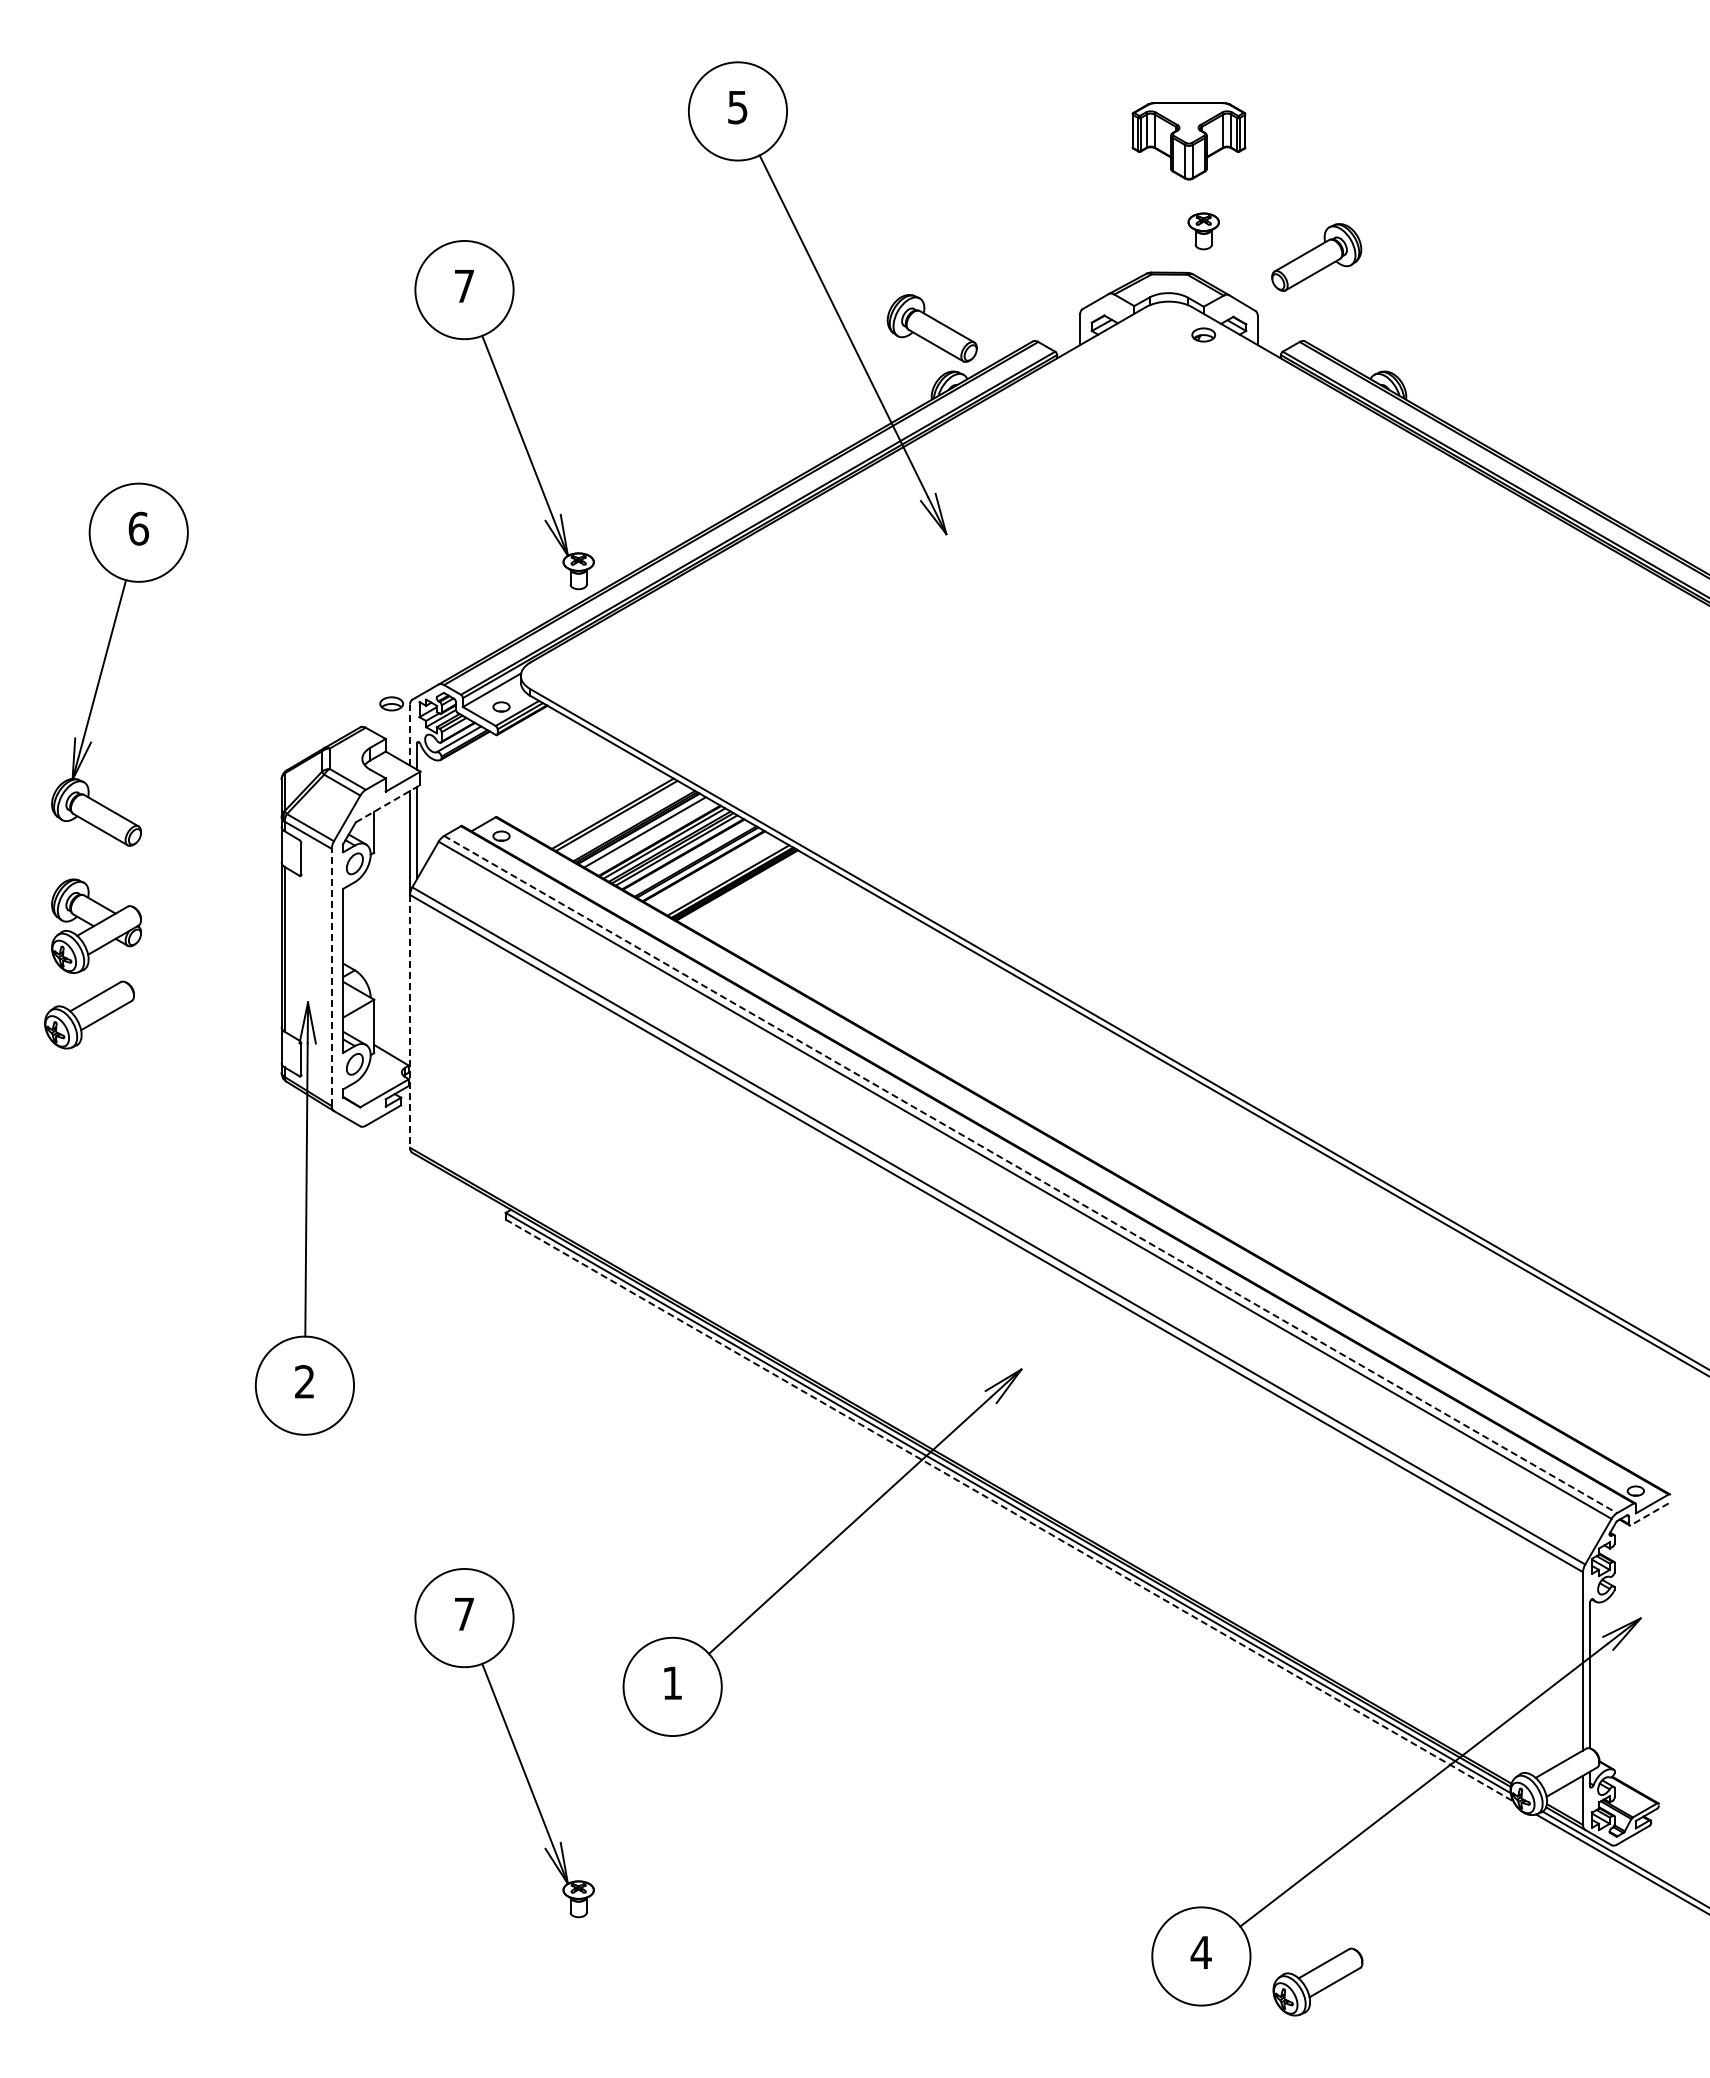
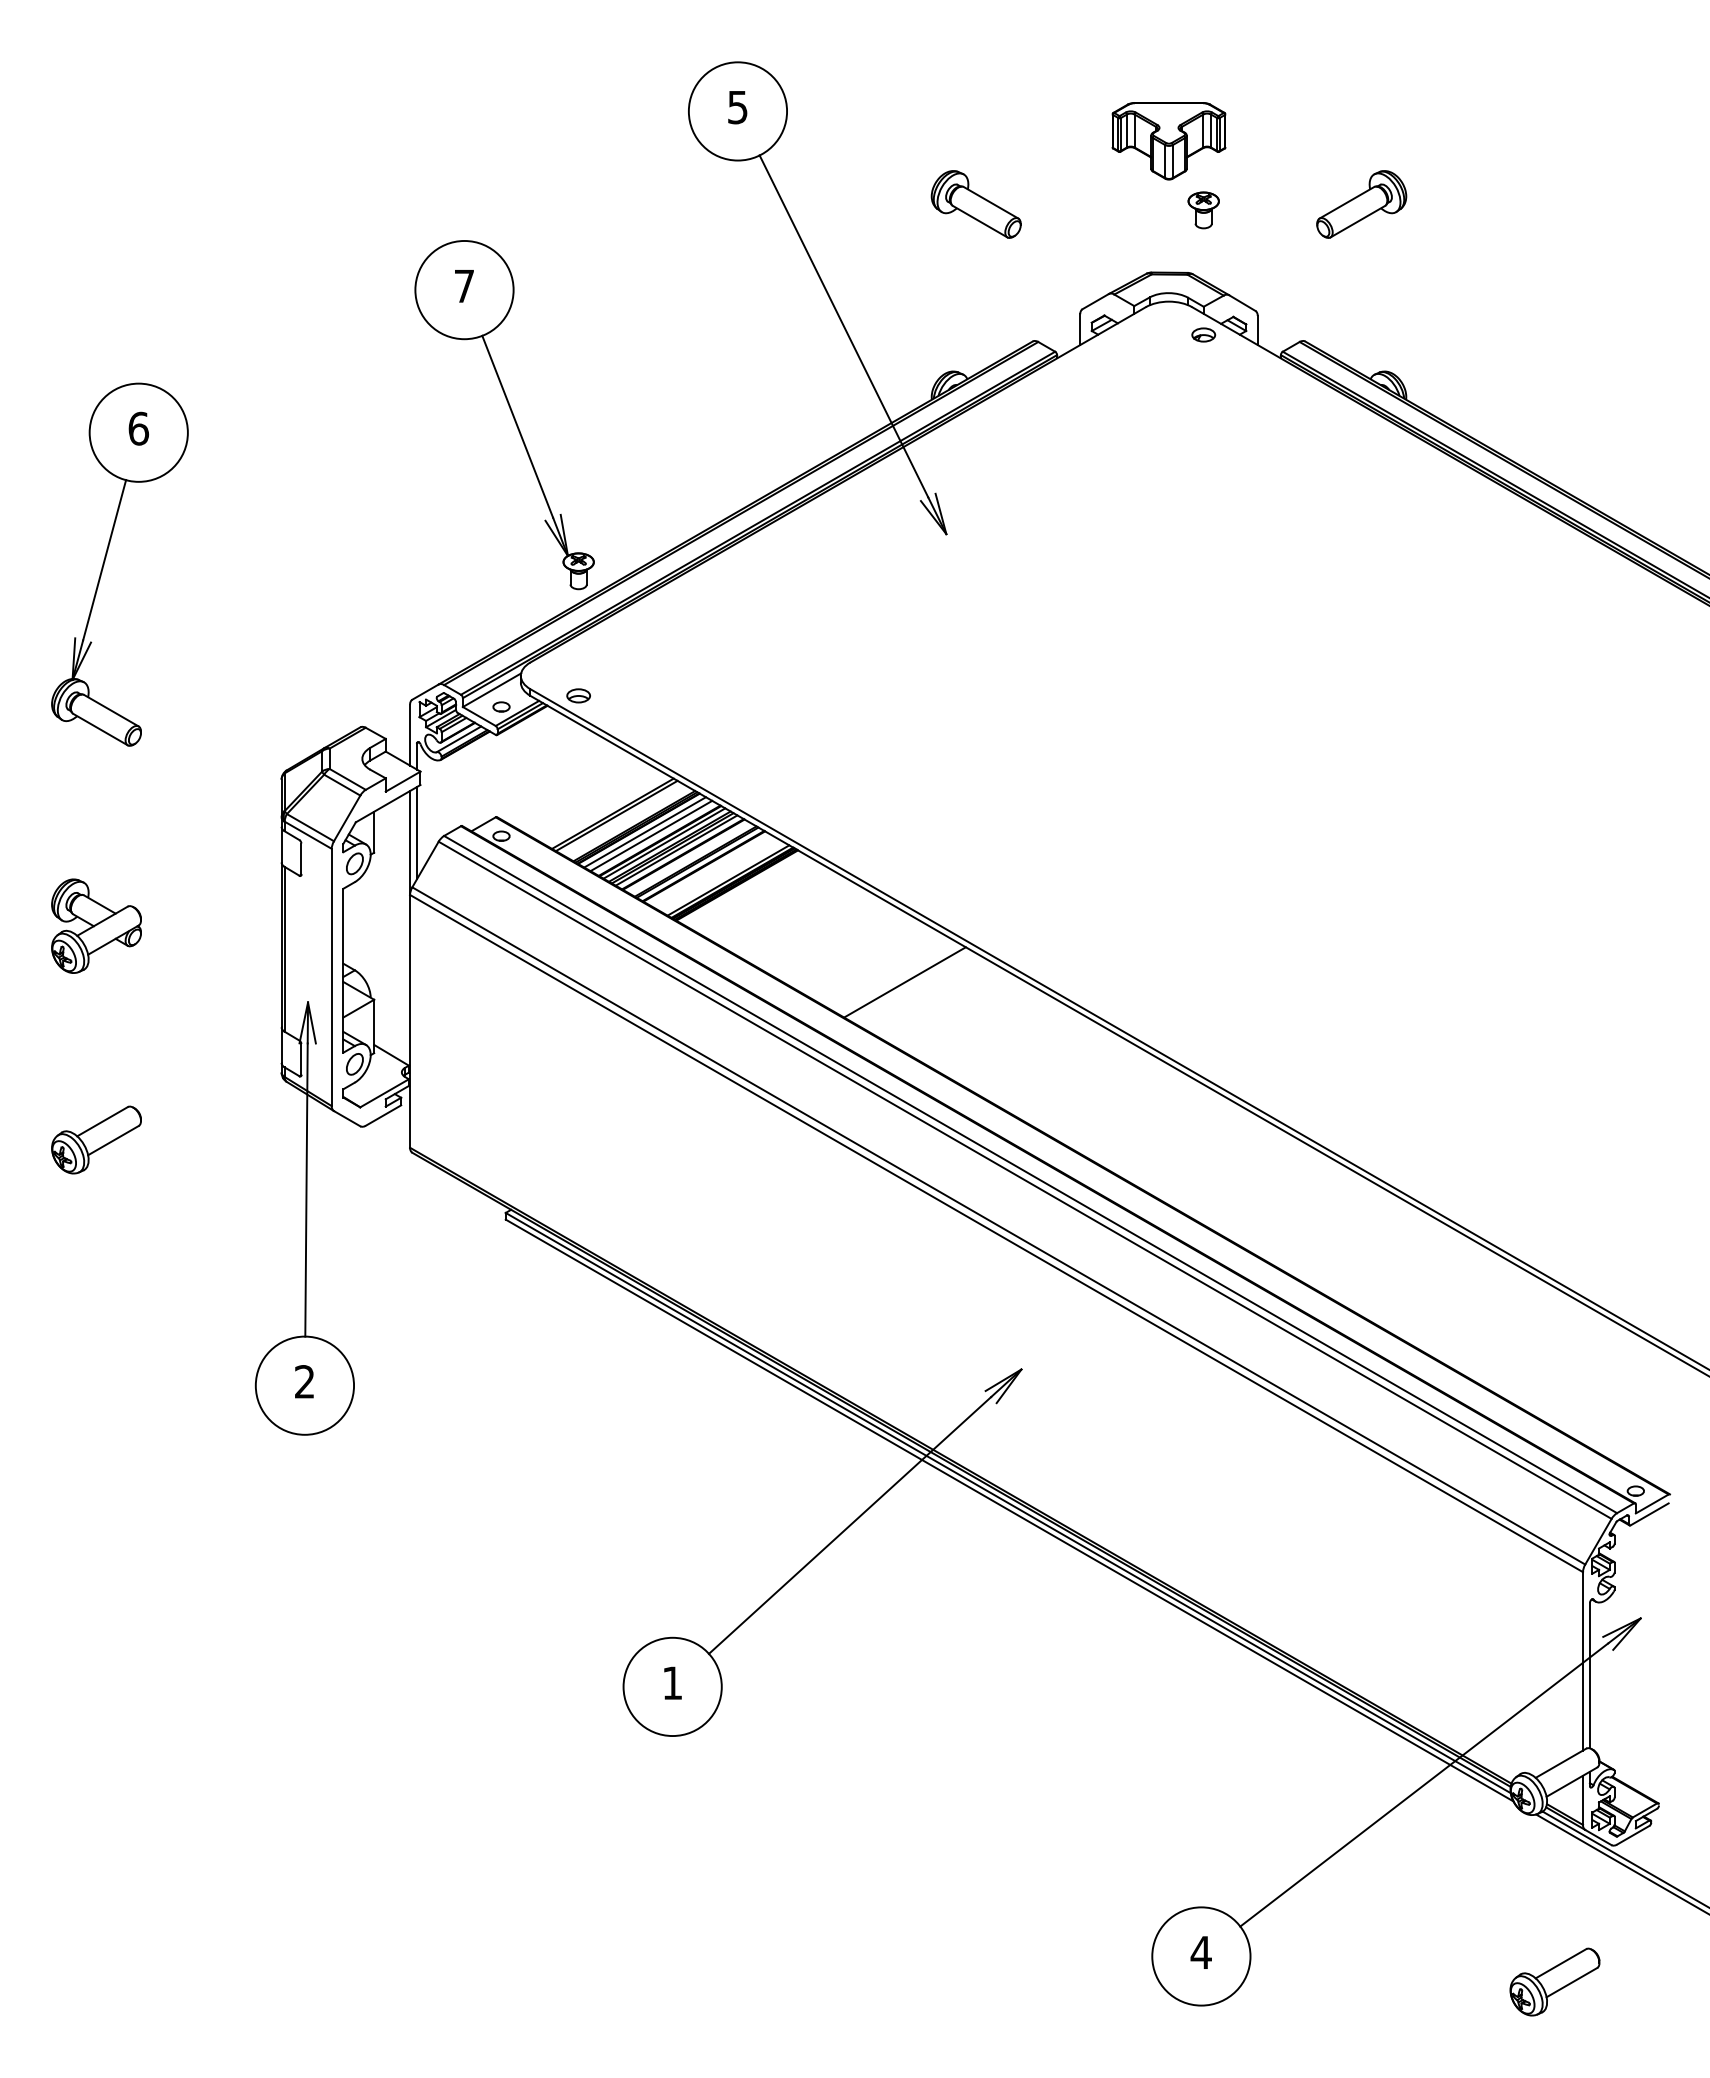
part at (1188, 141) position: (1188, 141) -> (1168, 141)
part at (1203, 231) position: (1203, 231) -> (1203, 210)
part at (1316, 257) position: (1316, 257) -> (1361, 204)
part at (931, 328) position: (931, 328) -> (975, 204)
part at (105, 661) position: (105, 661) -> (105, 561)
part at (391, 703) position: (391, 703) -> (578, 695)
line at (410, 734): dashed -> solid
line at (388, 803): dashed -> solid
line at (651, 835): none -> present
line at (331, 977): dashed -> solid
line at (904, 982): none -> present
part at (89, 1014) position: (89, 1014) -> (96, 1139)
line at (410, 1021): dashed -> solid
line at (1031, 1174): dashed -> solid
line at (1009, 1510): dashed -> solid
line at (1649, 1514): dashed -> solid
part at (510, 1739): present -> none
part at (1317, 1981) position: (1317, 1981) -> (1554, 1981)
